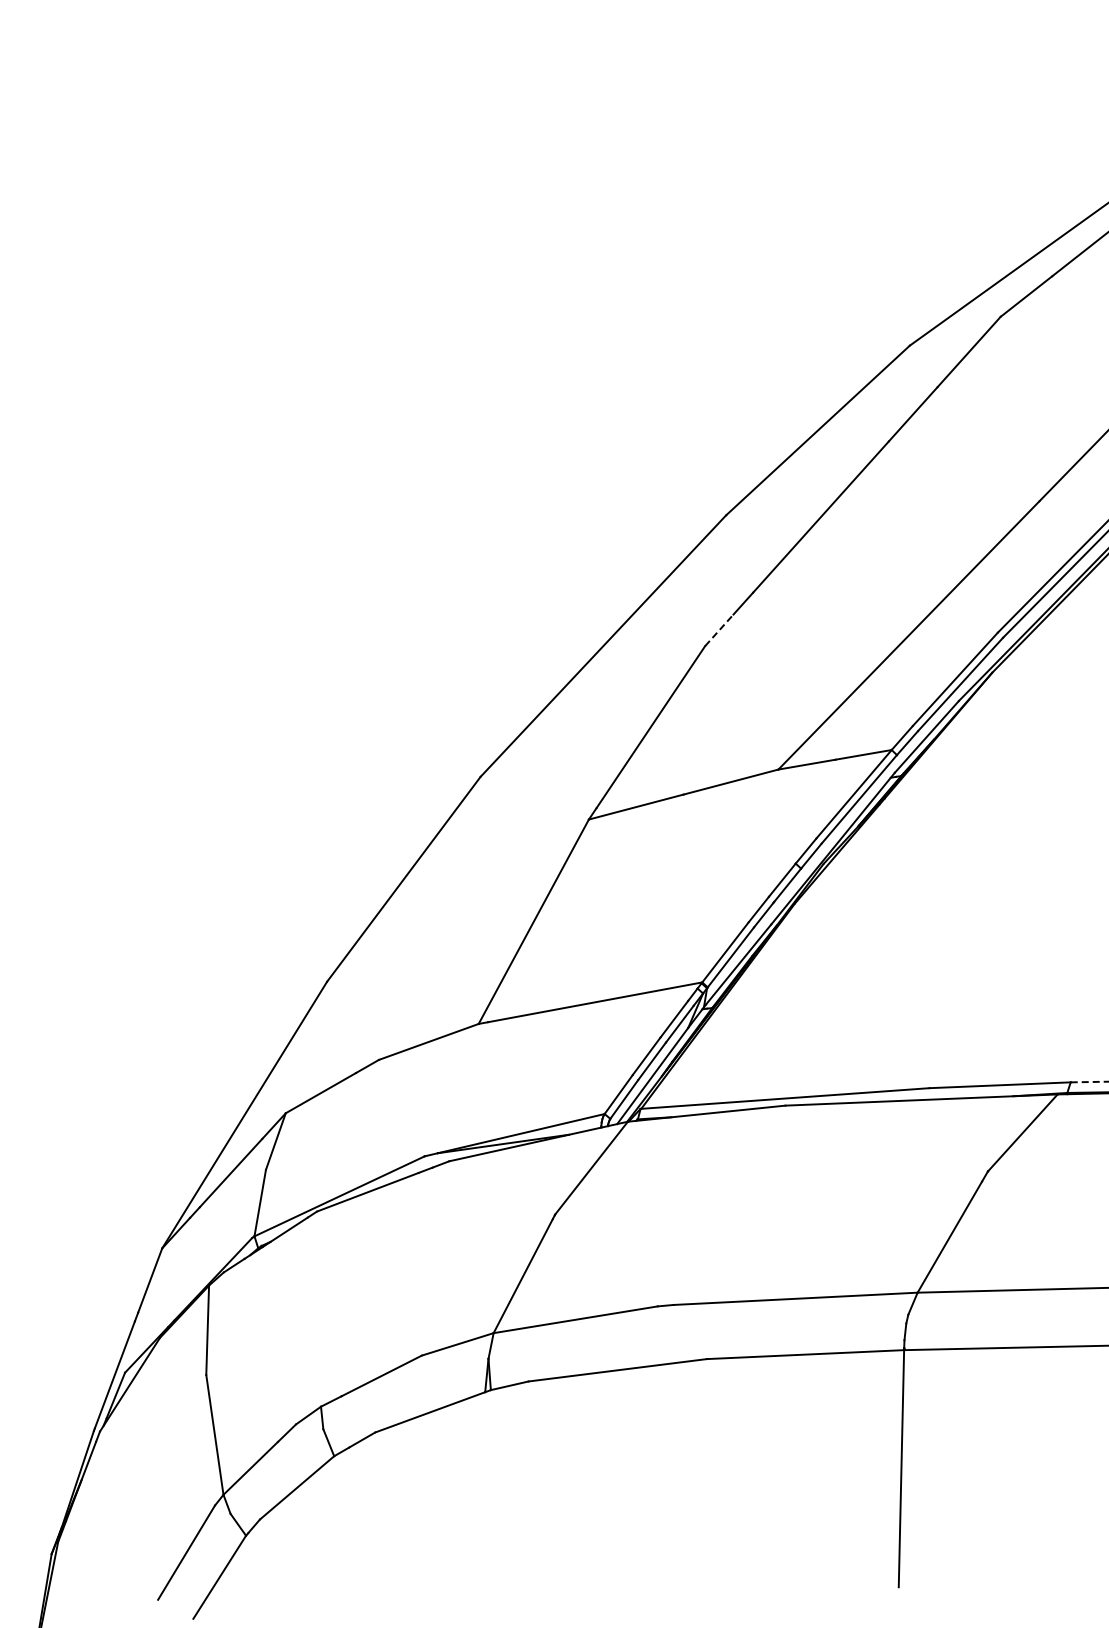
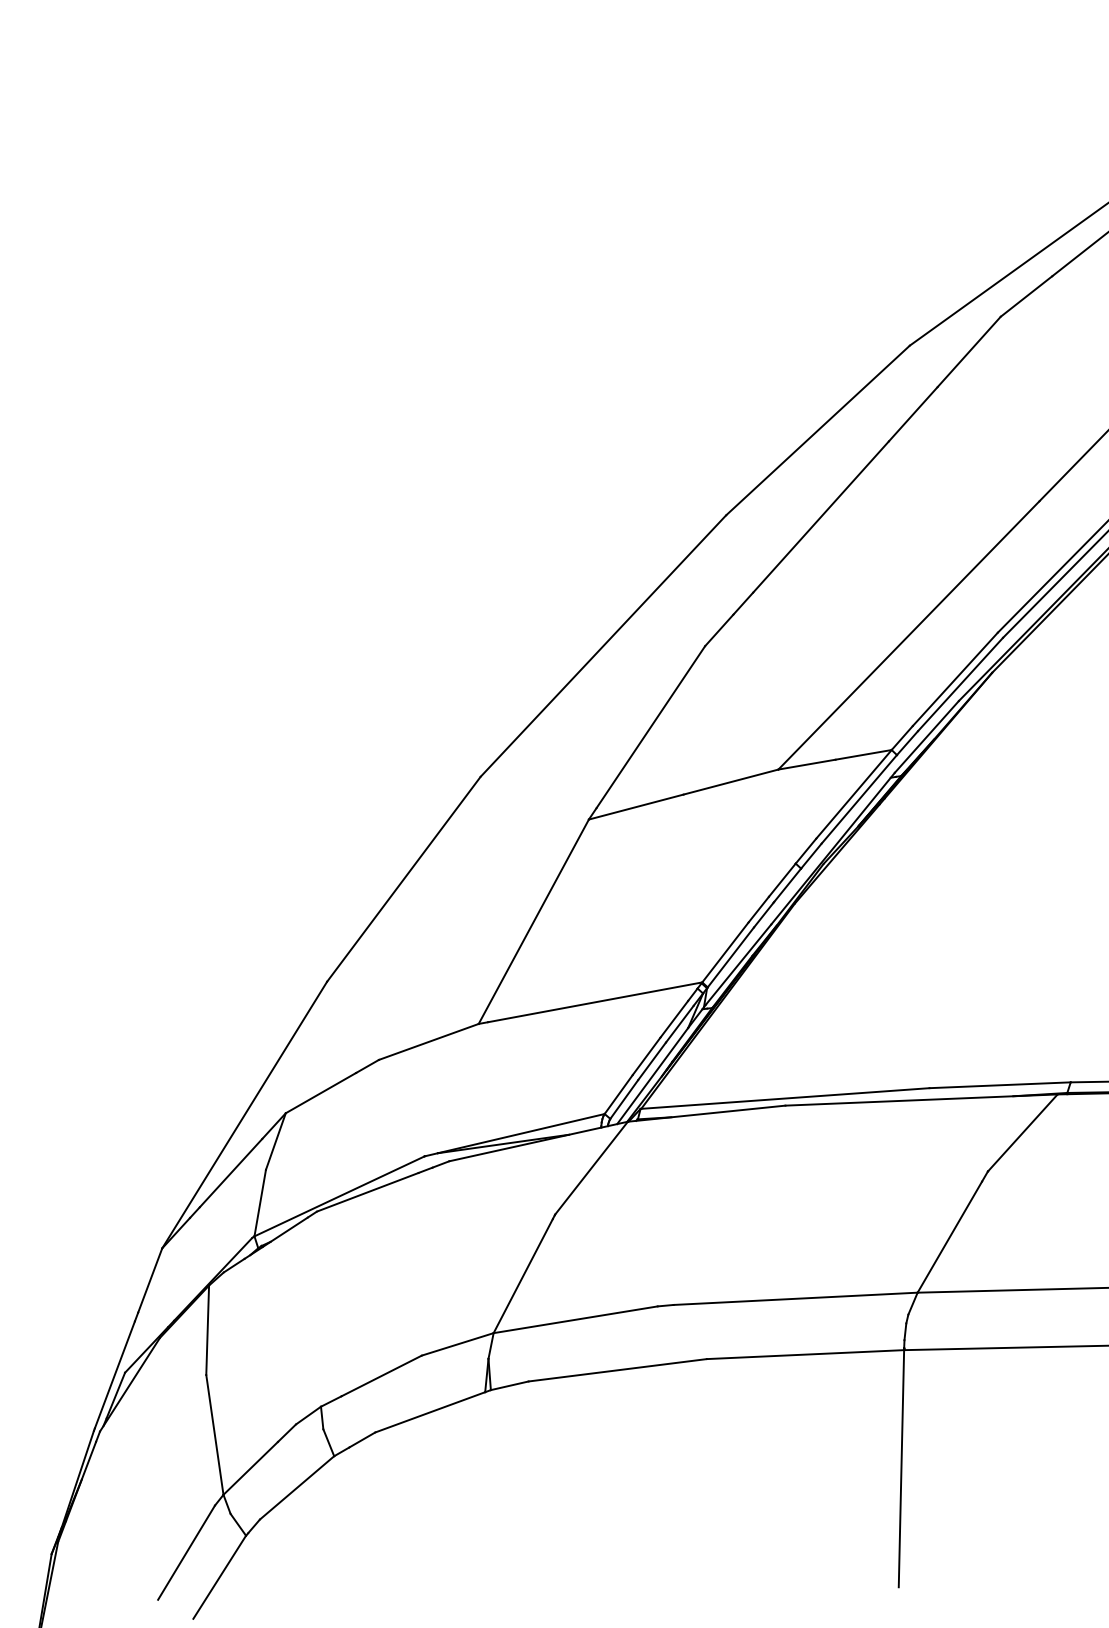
line at (719, 630): dashed -> solid
line at (1089, 1082): dashed -> solid
